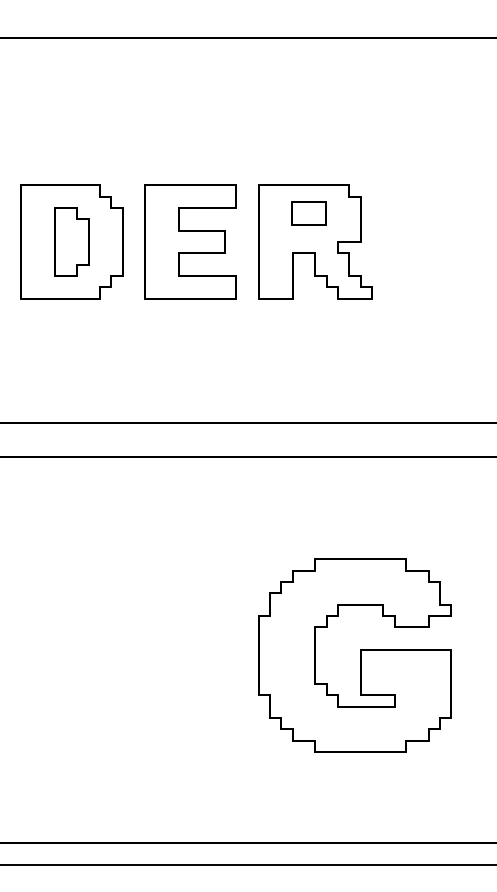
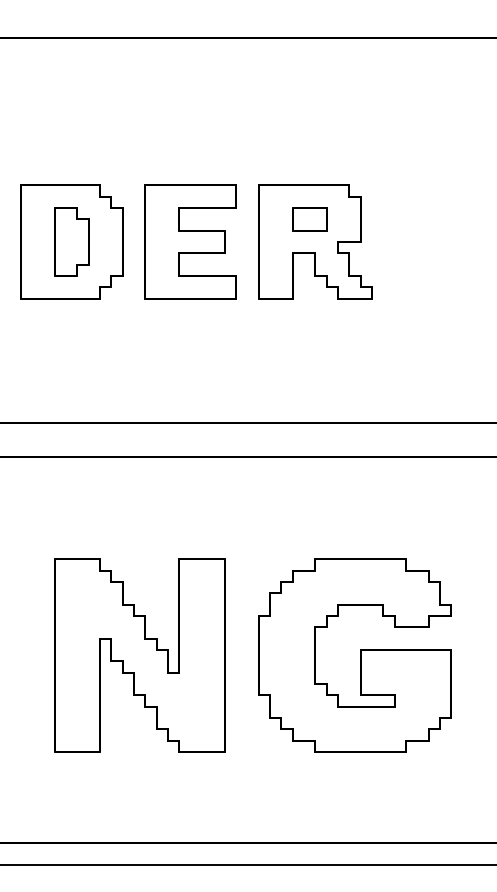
part at (308, 213) position: (308, 213) -> (309, 219)
part at (139, 655): none -> present
